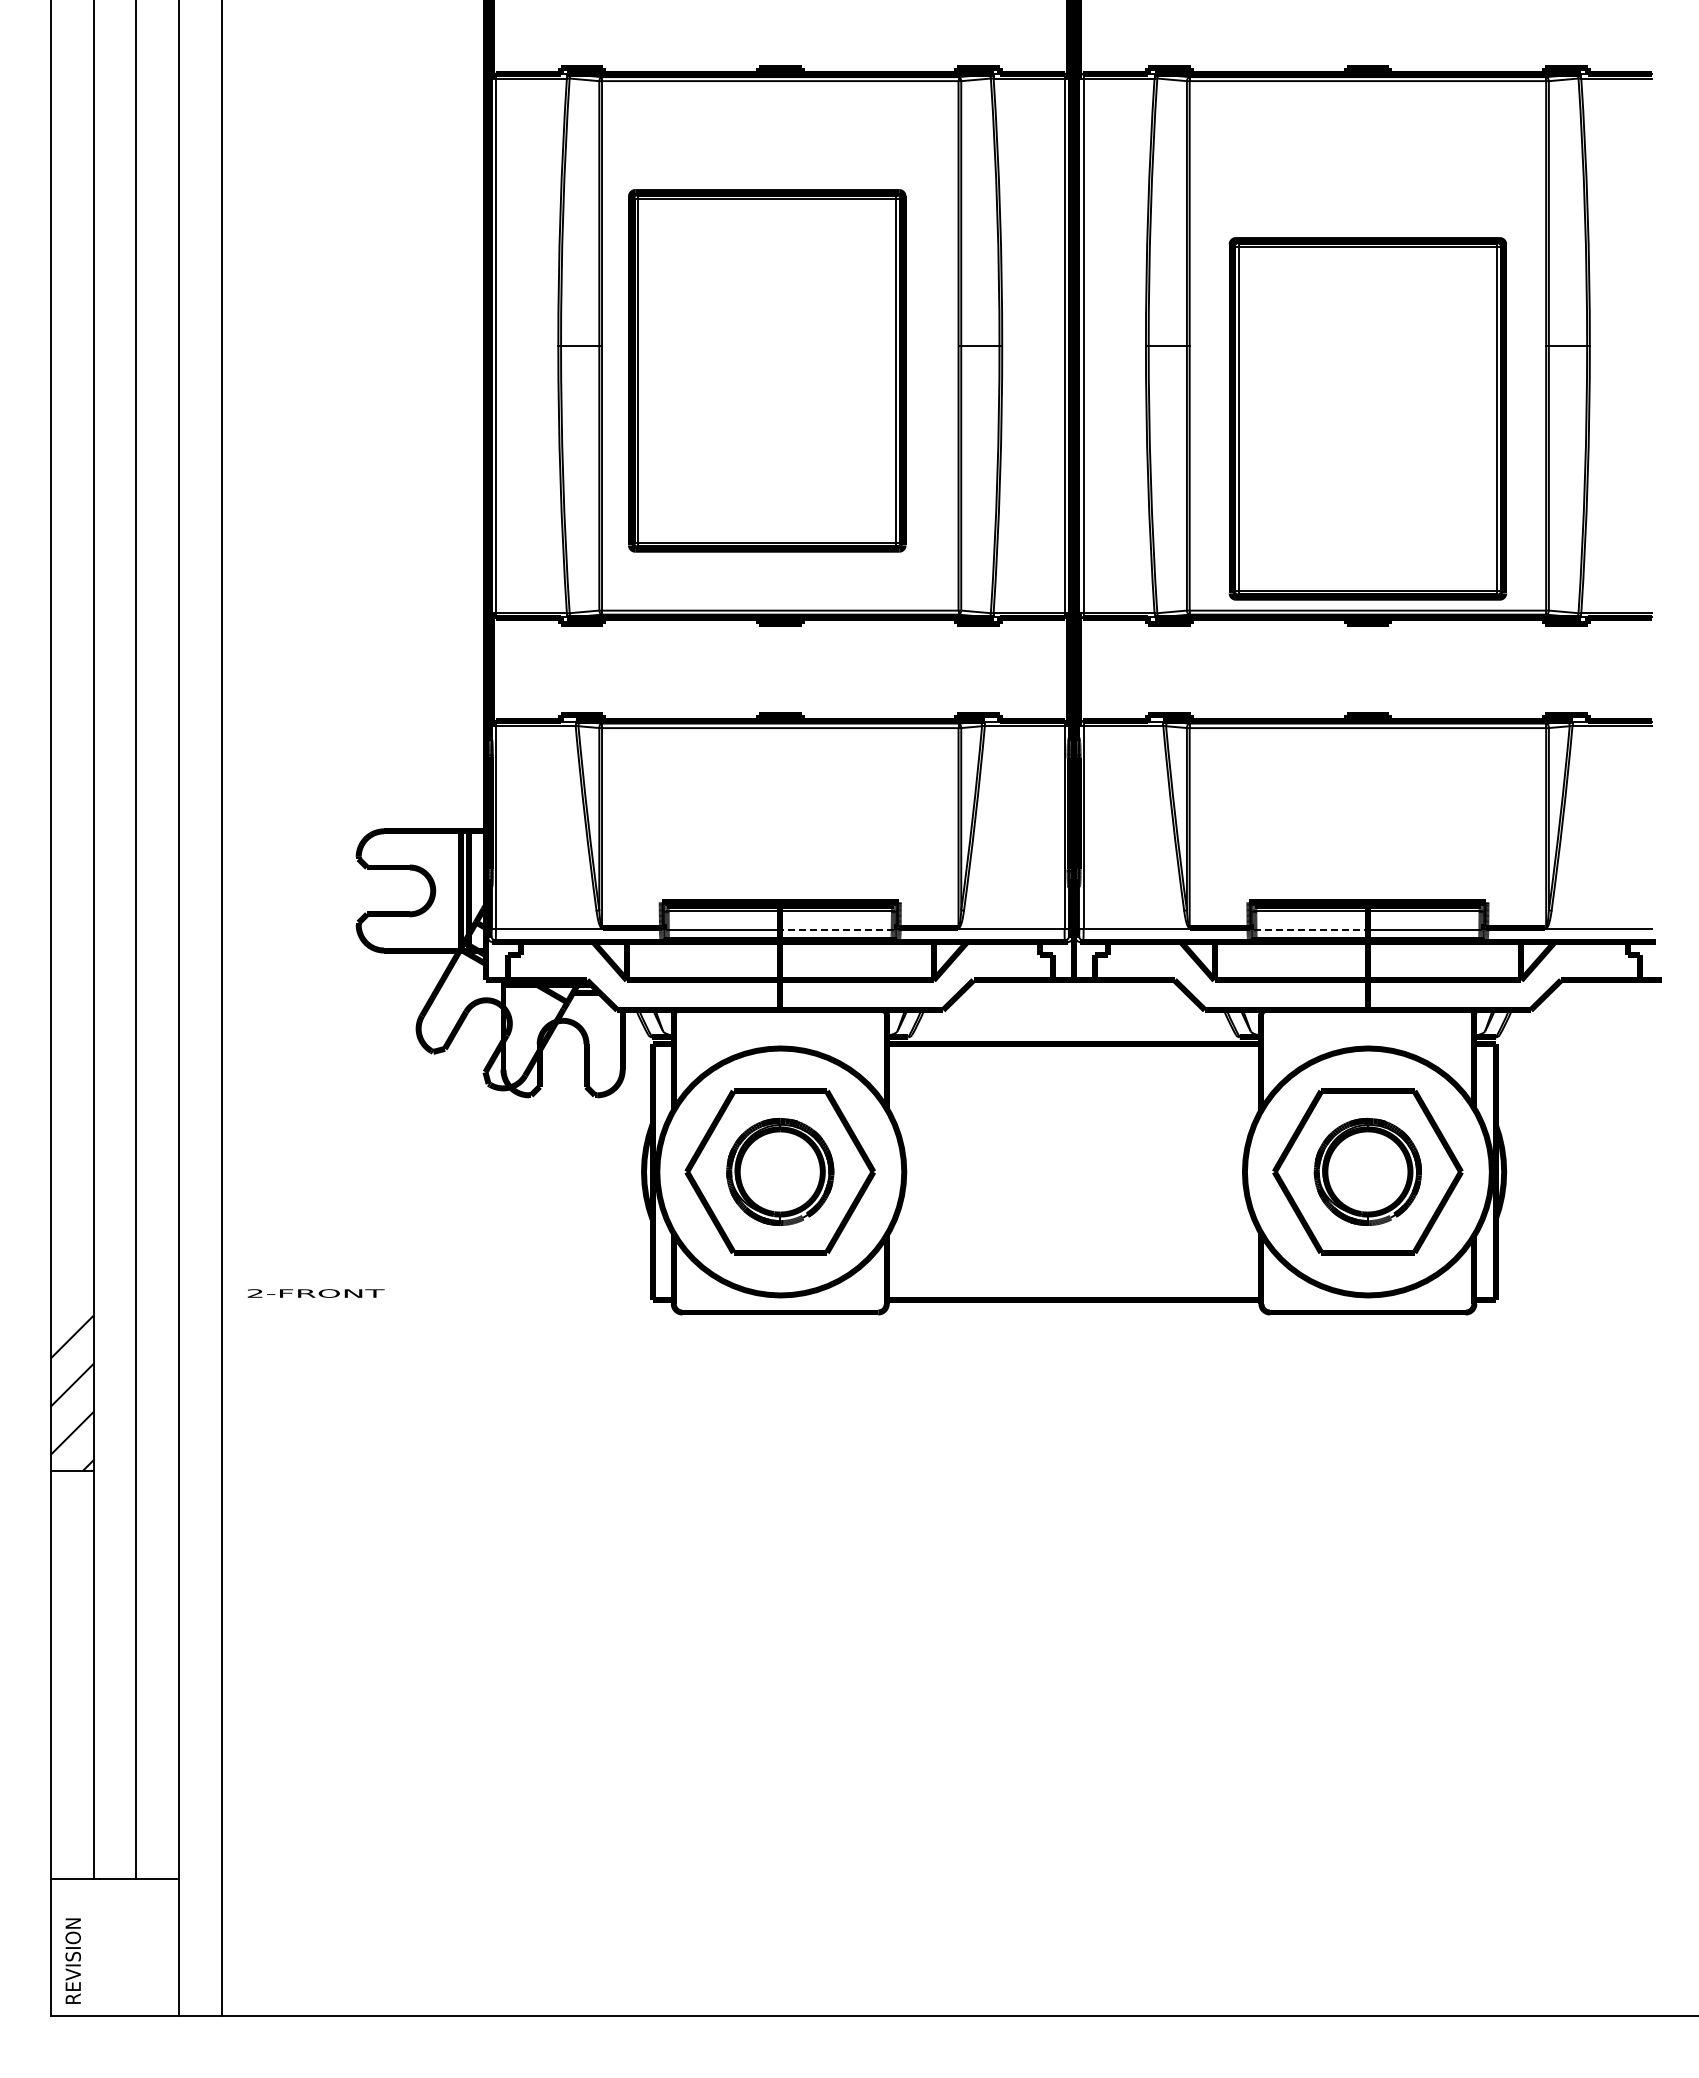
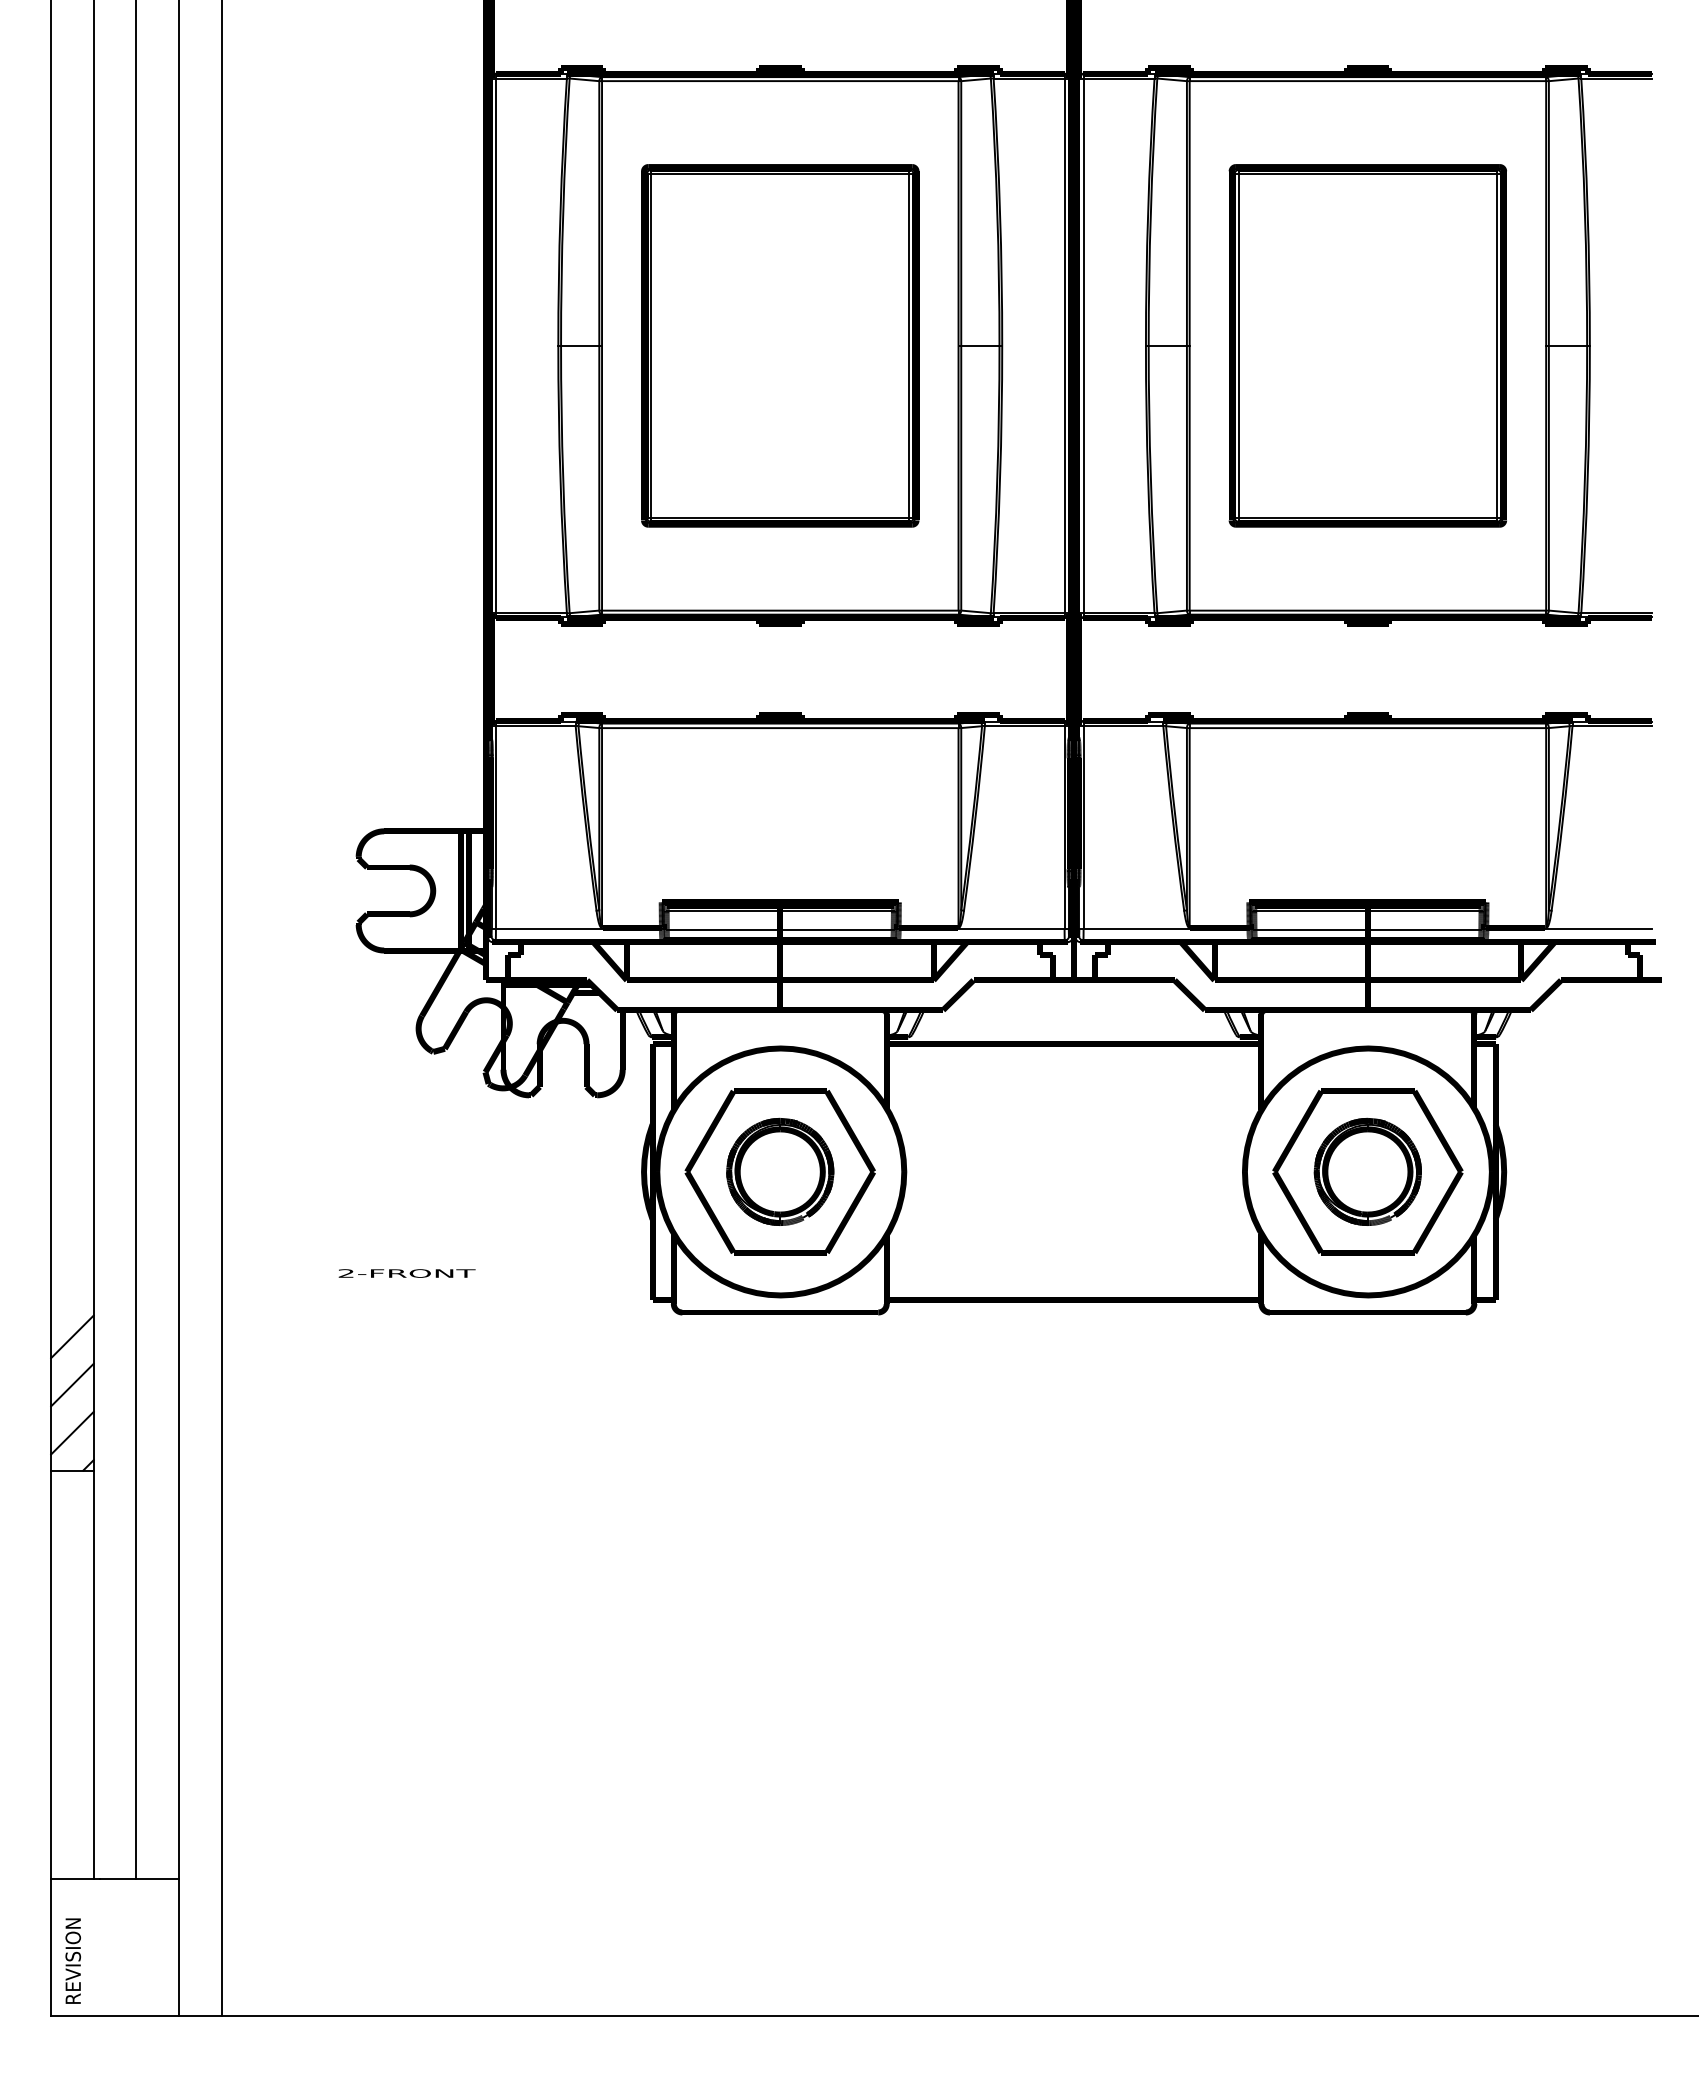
part at (767, 370) position: (767, 370) -> (780, 345)
part at (1367, 418) position: (1367, 418) -> (1367, 345)
line at (837, 930): dashed -> solid
line at (1311, 930): dashed -> solid
text at (315, 1293) position: (315, 1293) -> (406, 1273)
